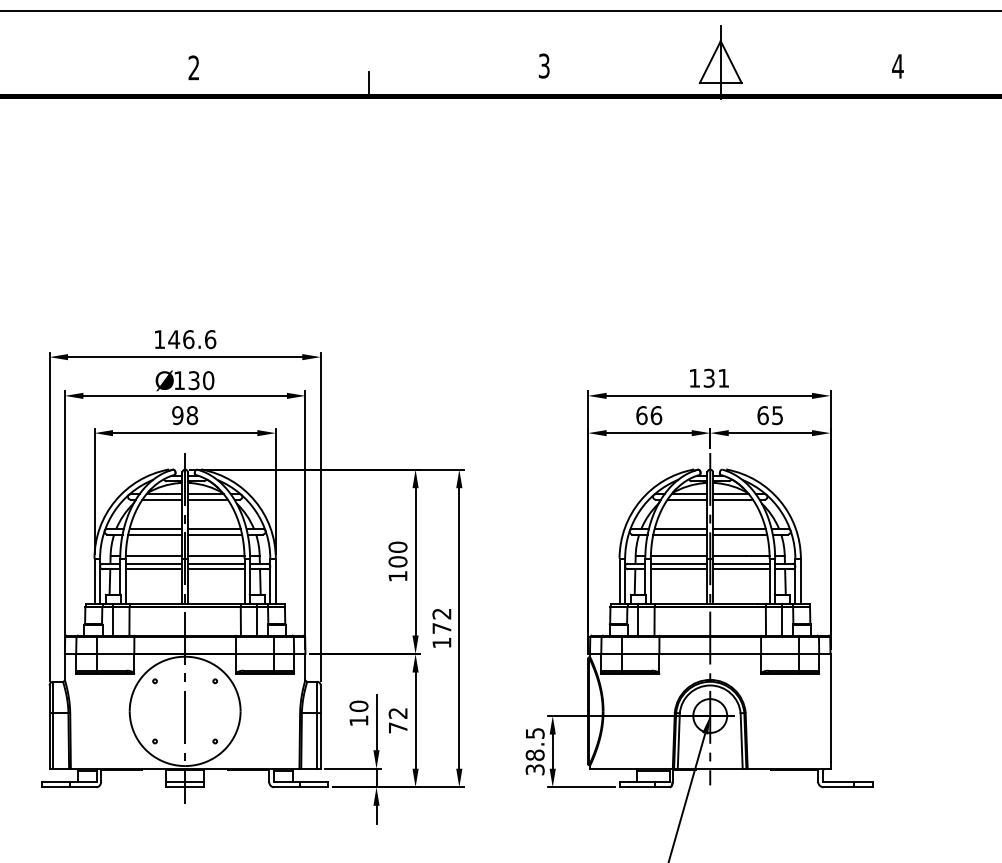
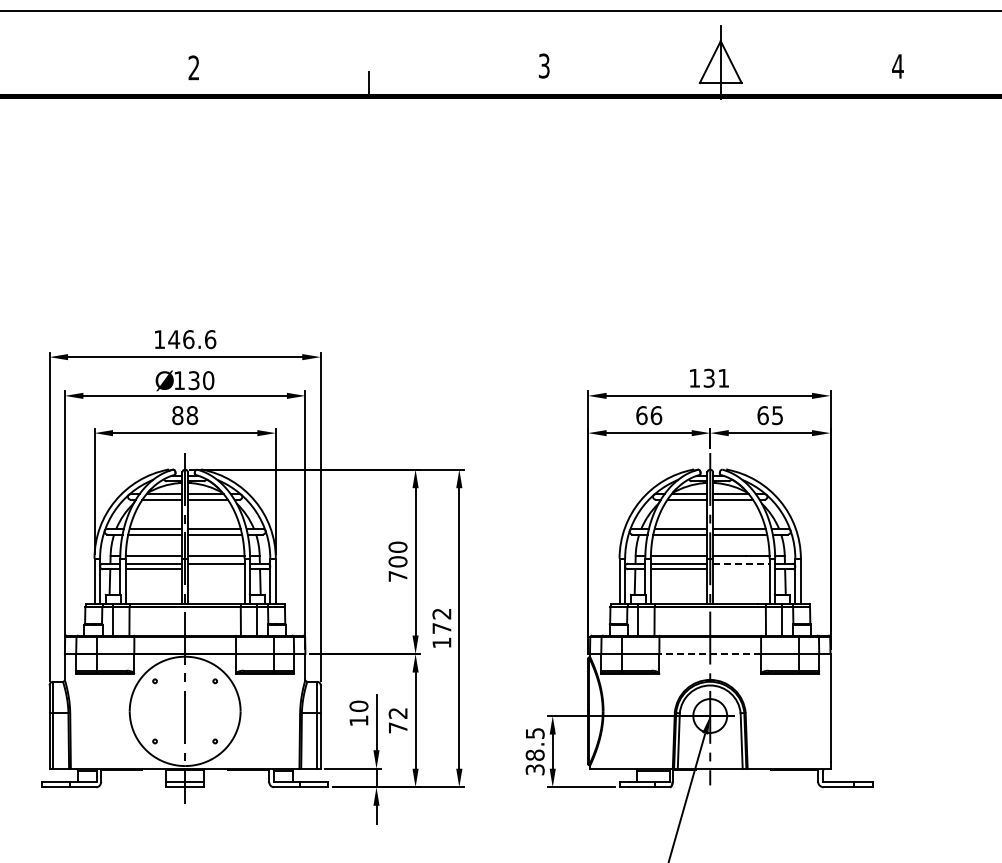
text at (177, 415): 98 -> 88
line at (741, 563): solid -> dashed
line at (215, 569): present -> none
line at (741, 569): present -> none
text at (397, 576): 100 -> 700
line at (710, 654): solid -> dashed
